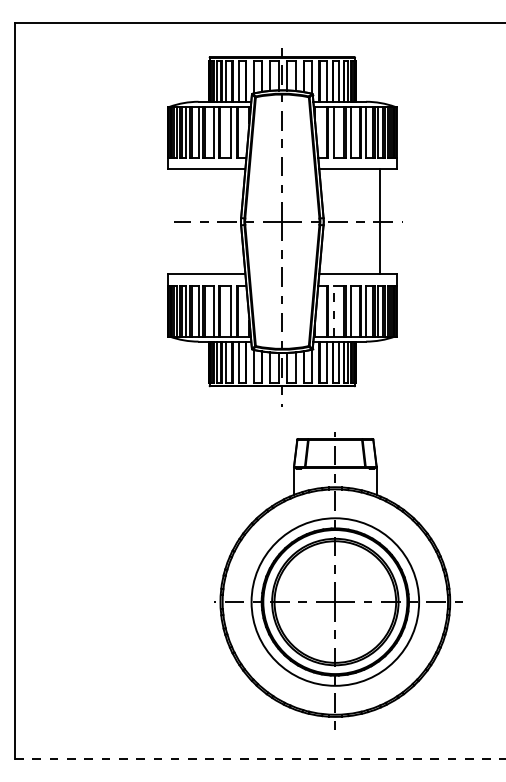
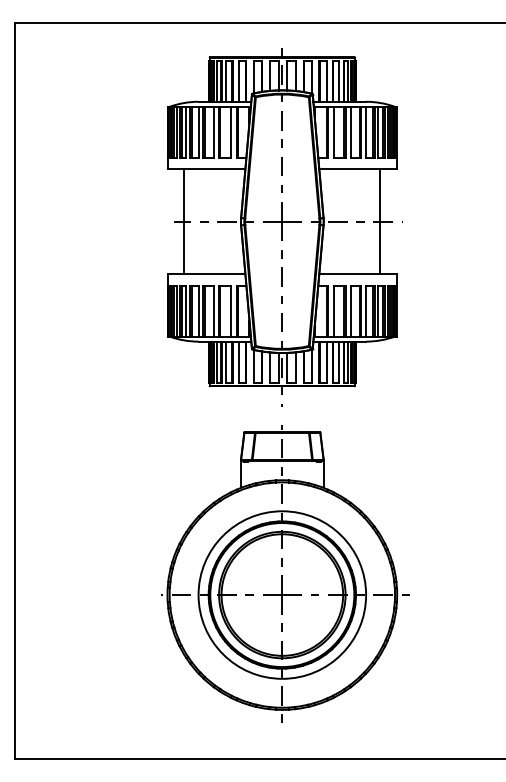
line at (184, 221): none -> present
line at (333, 310): dashed -> solid
part at (338, 580) position: (338, 580) -> (285, 573)
line at (260, 758): dashed -> solid
